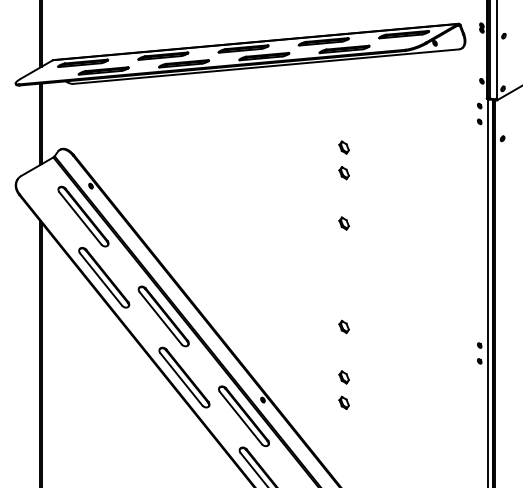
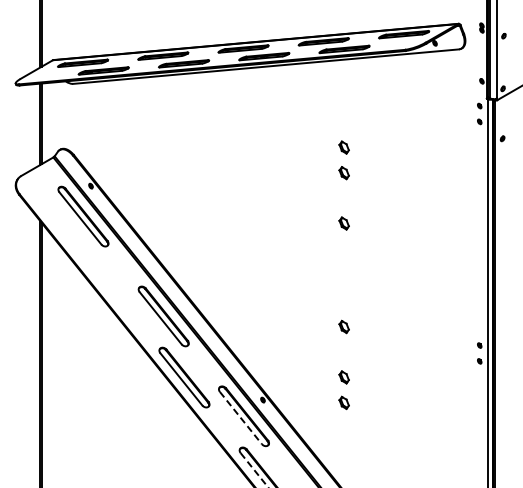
part at (104, 277): present -> none
line at (240, 418): solid -> dashed
line at (254, 470): solid -> dashed
